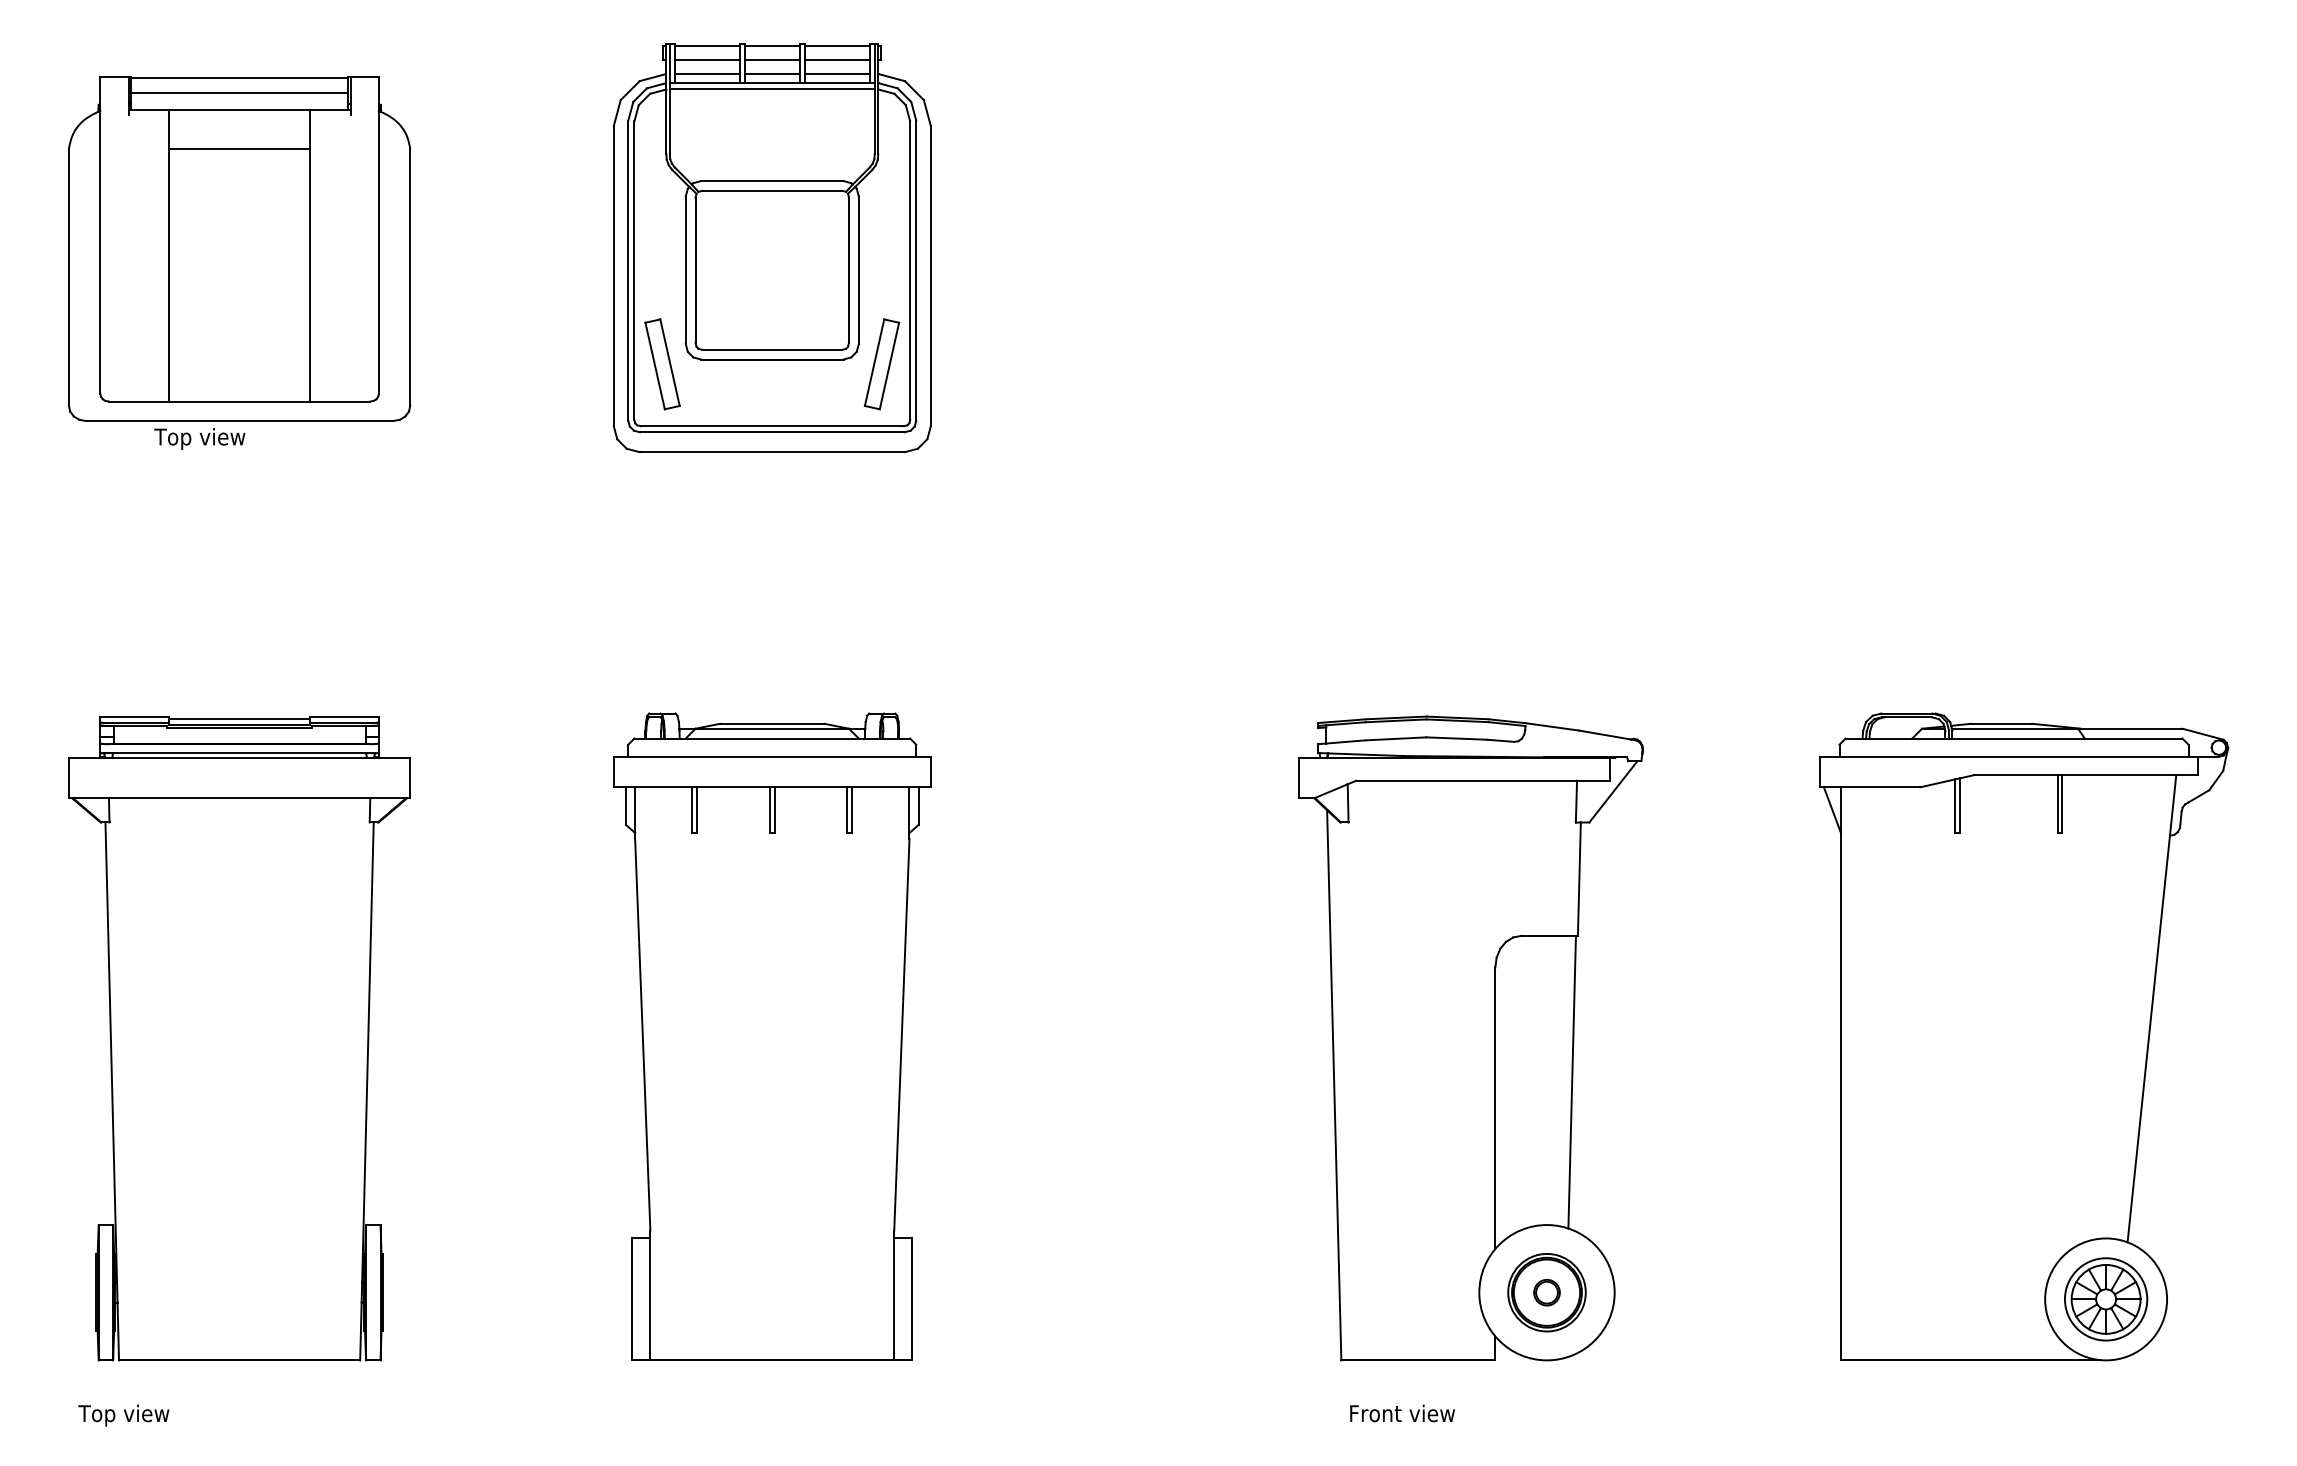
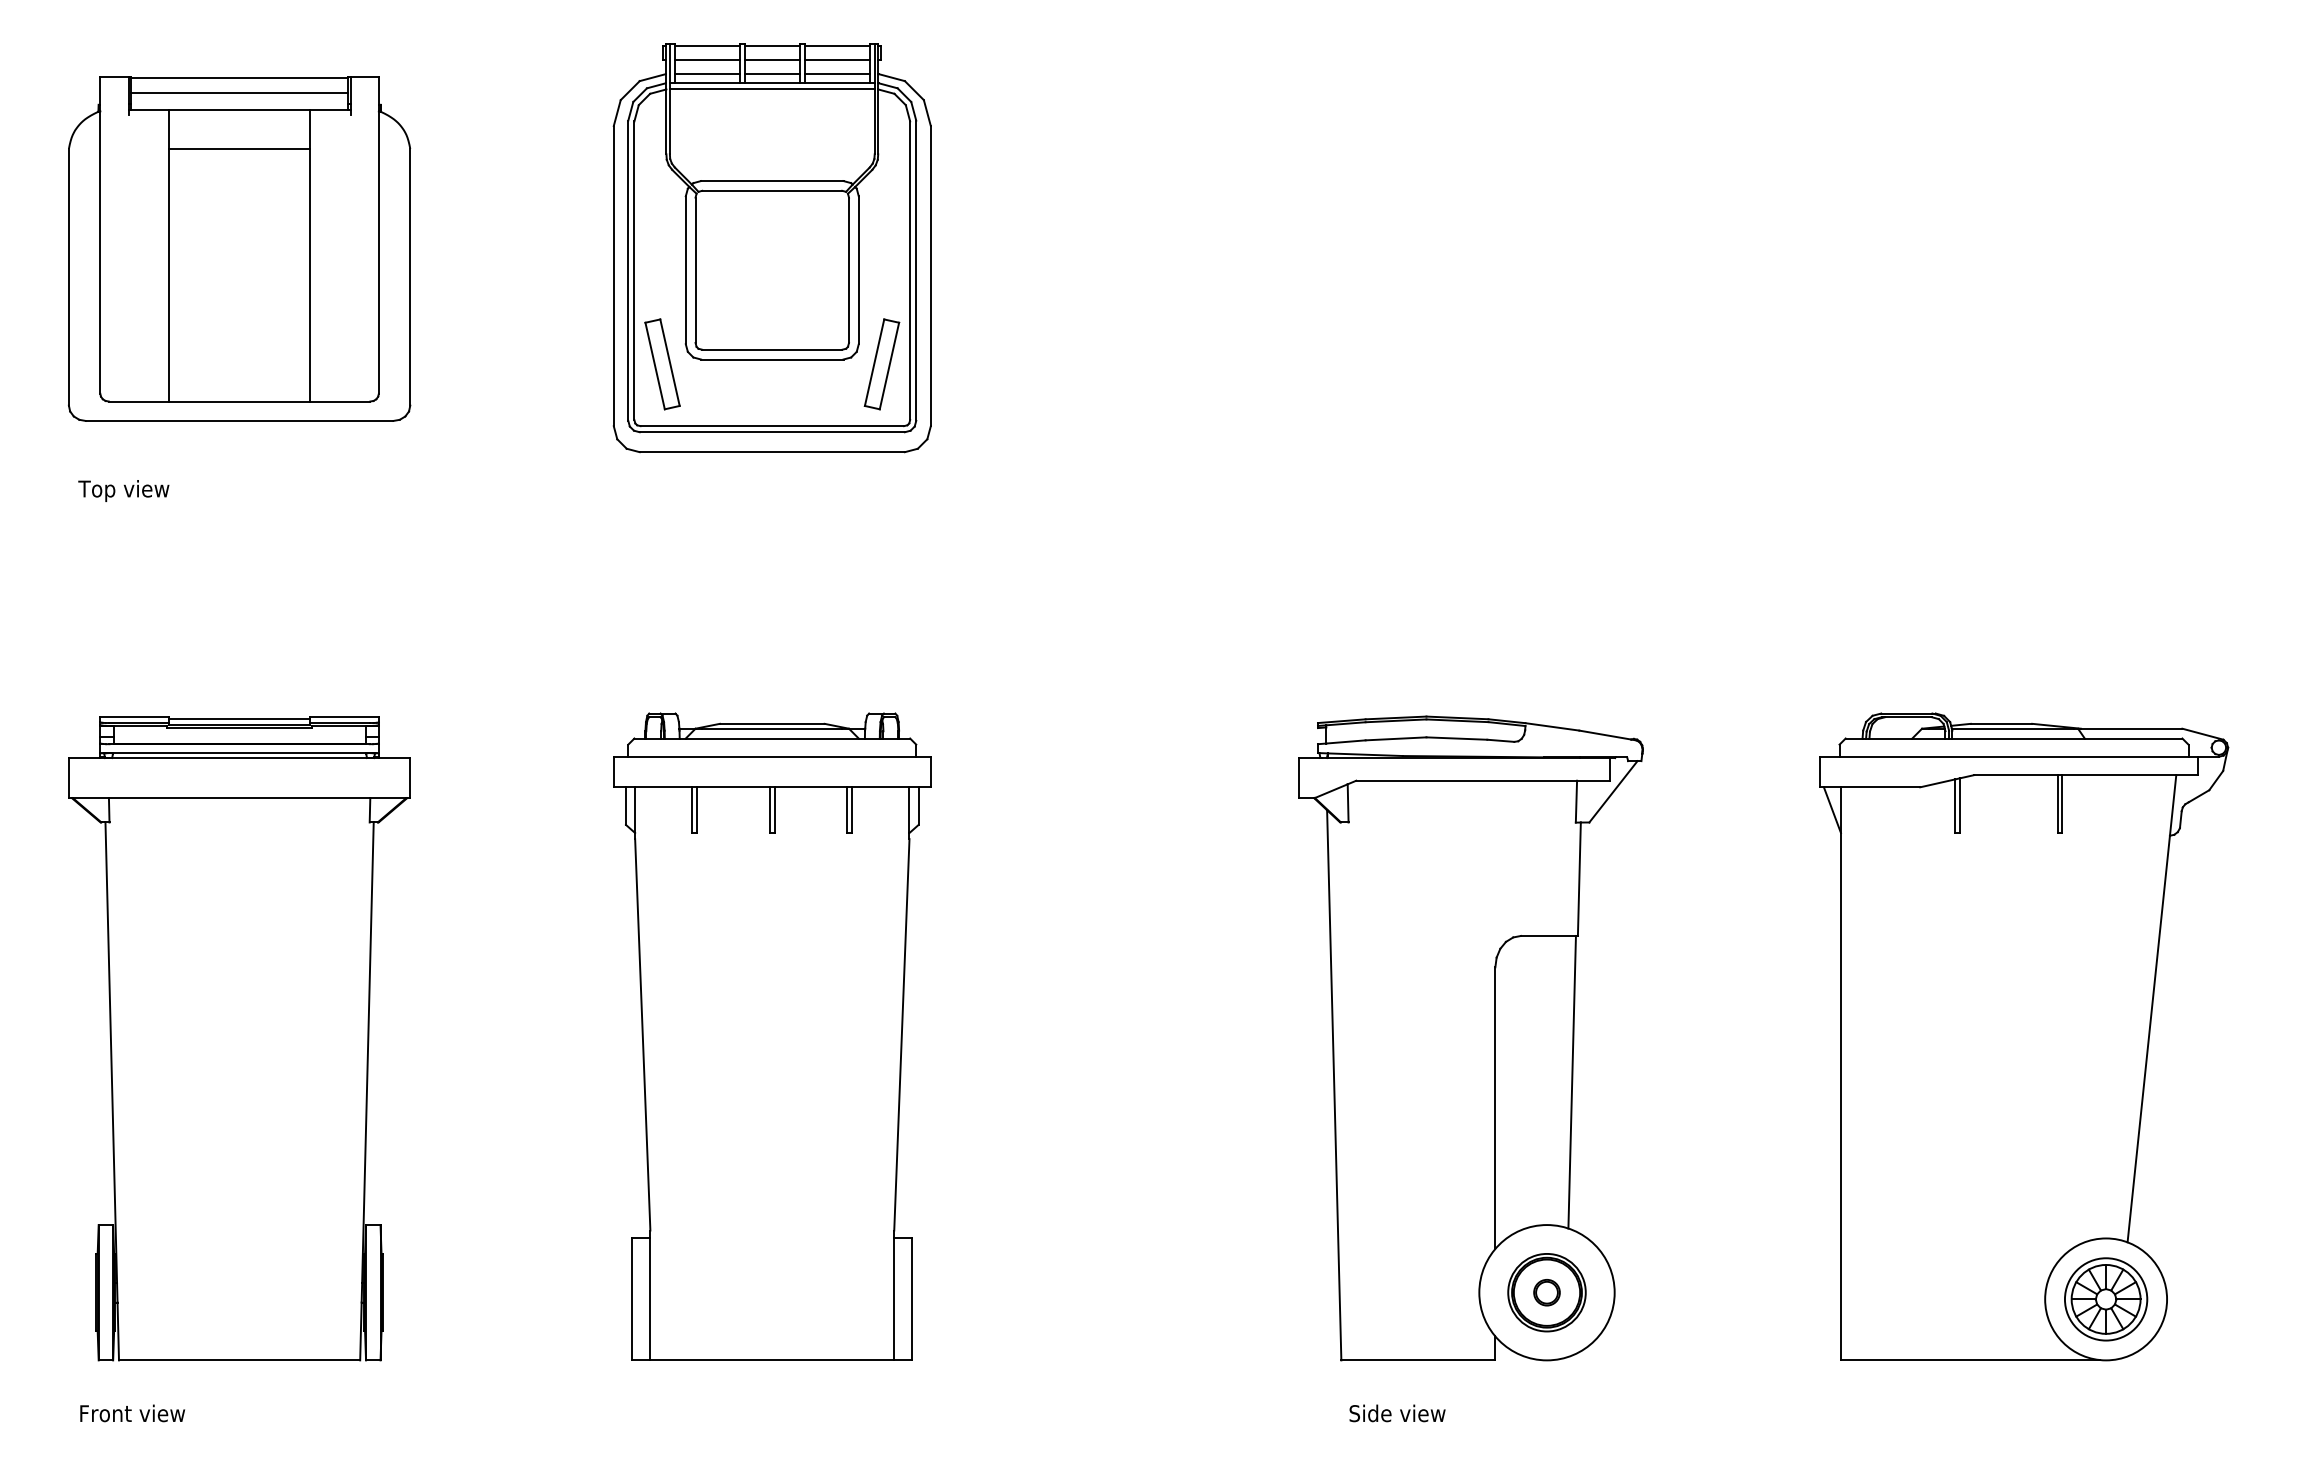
text at (199, 438) position: (199, 438) -> (123, 490)
text at (1401, 1413): Front view -> Side view
text at (131, 1415): Top view -> Front view
